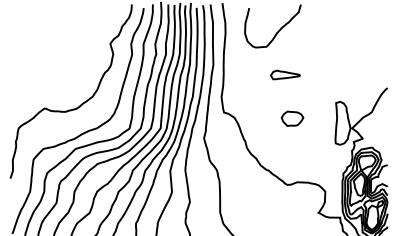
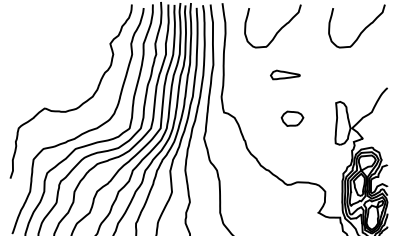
curve at (361, 31): none -> present
